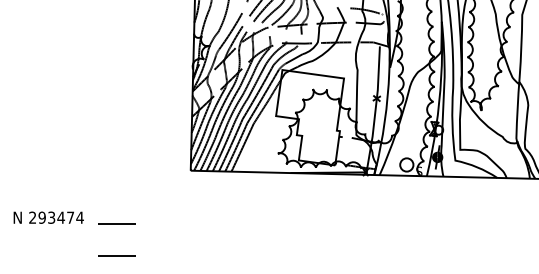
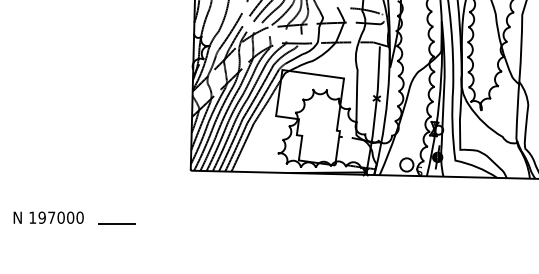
text at (56, 217): 293474 -> 197000
line at (116, 255): present -> none
